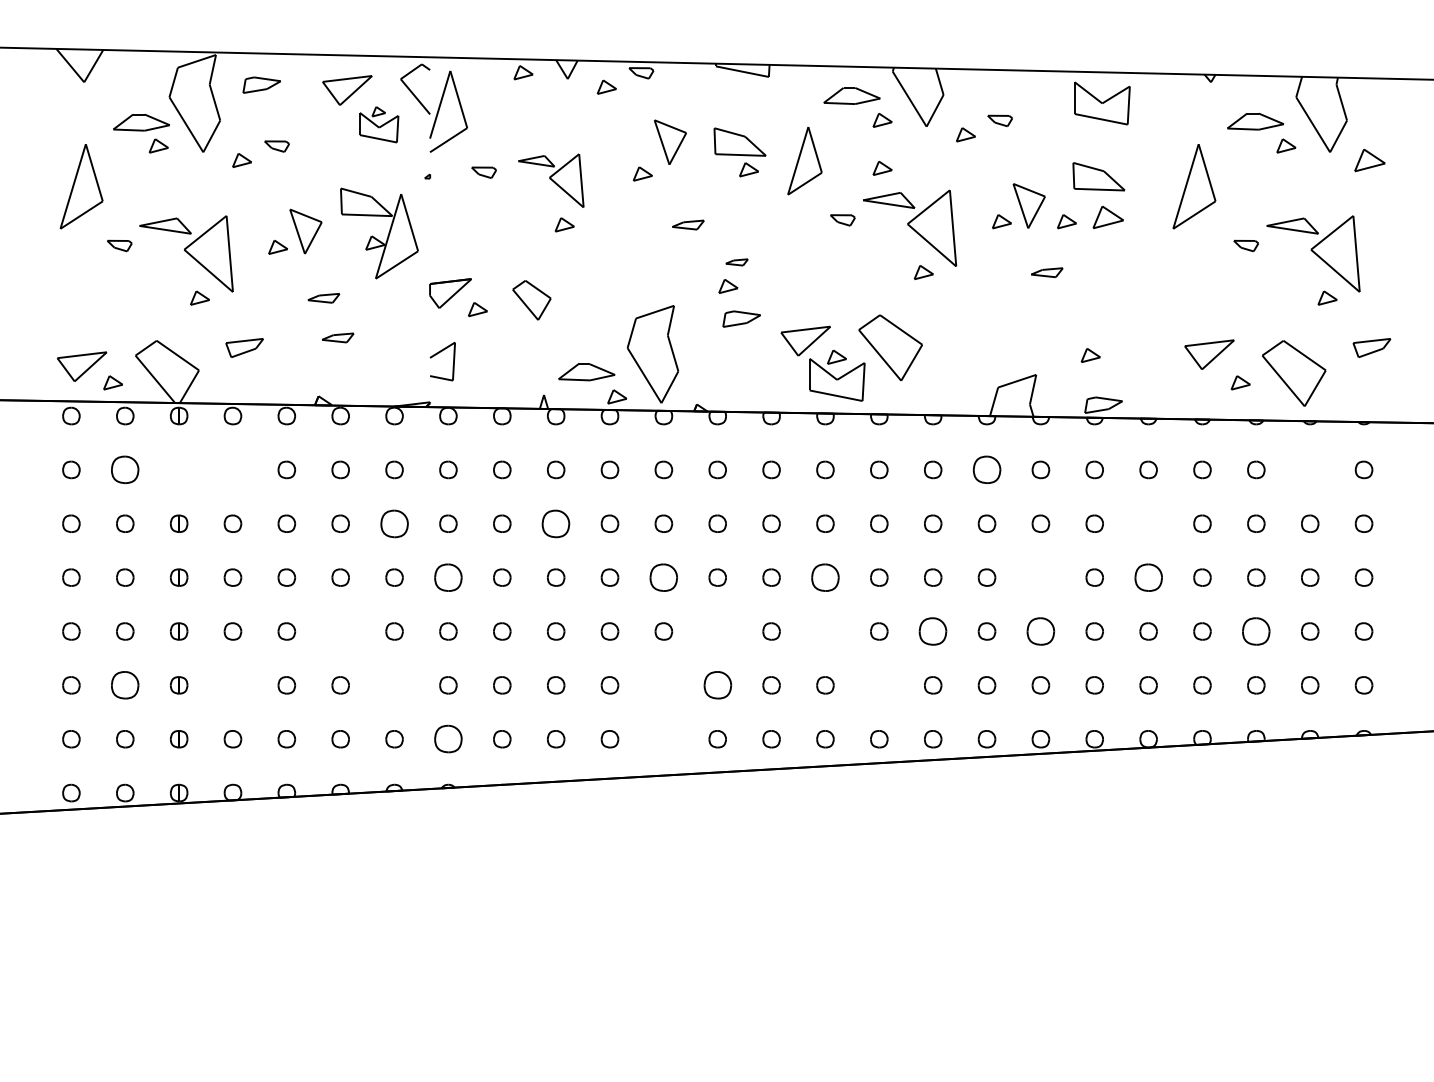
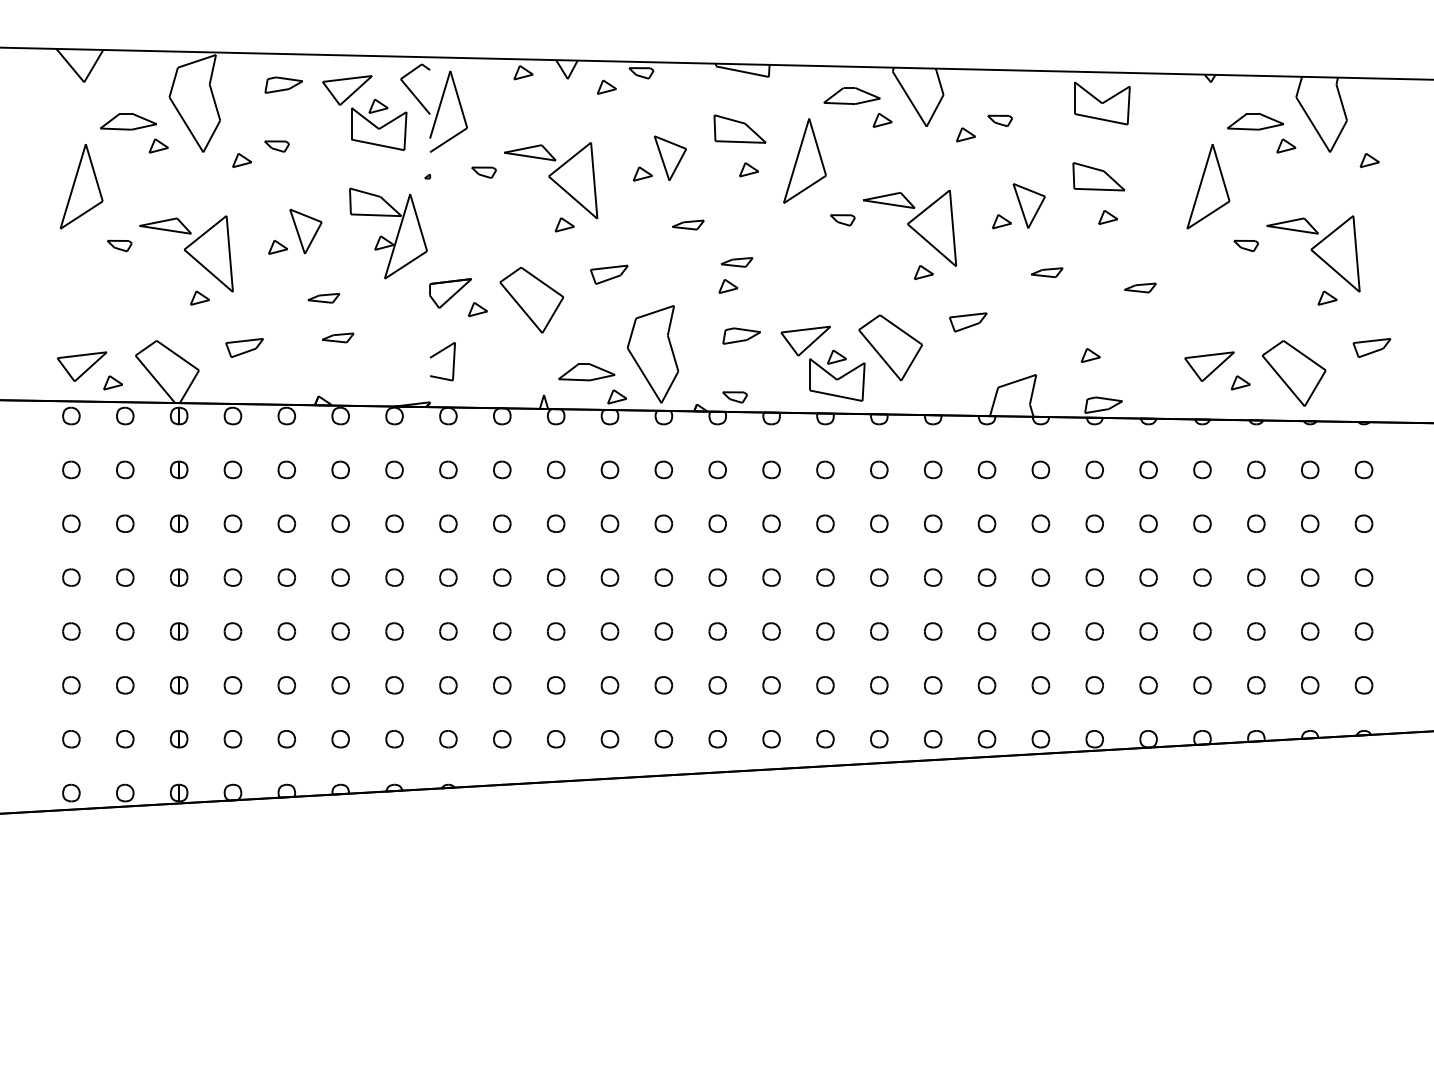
part at (261, 84) position: (261, 84) -> (283, 84)
part at (141, 122) position: (141, 122) -> (128, 121)
part at (379, 124) size: 41x38 px -> 57x53 px
part at (670, 141) position: (670, 141) -> (670, 157)
part at (739, 141) position: (739, 141) -> (739, 128)
part at (1369, 160) size: 32x25 px -> 21x15 px
part at (804, 161) size: 36x69 px -> 44x86 px
part at (882, 168): present -> none
part at (551, 180) size: 67x55 px -> 95x78 px
part at (1194, 186) position: (1194, 186) -> (1208, 186)
part at (1107, 217) size: 32x24 px -> 20x15 px
part at (1066, 221): present -> none
part at (379, 233) position: (379, 233) -> (388, 233)
part at (736, 262) size: 24x9 px -> 34x11 px
part at (609, 274): none -> present
part at (1140, 287): none -> present
part at (531, 300) size: 40x41 px -> 66x67 px
part at (741, 318) position: (741, 318) -> (741, 335)
part at (968, 322): none -> present
part at (1209, 354) position: (1209, 354) -> (1209, 366)
part at (734, 397): none -> present
part at (125, 469) size: 29x29 px -> 19x20 px
part at (179, 469): none -> present
part at (232, 469): none -> present
part at (986, 469) size: 30x29 px -> 20x20 px
part at (1310, 469): none -> present
part at (394, 523) size: 29x30 px -> 19x19 px
part at (555, 523) size: 30x30 px -> 19x19 px
part at (1148, 523): none -> present
part at (448, 577) size: 29x29 px -> 19x19 px
part at (663, 577) size: 29x29 px -> 20x19 px
part at (825, 577) size: 29x29 px -> 19x19 px
part at (1040, 577): none -> present
part at (1148, 577) size: 29x29 px -> 19x19 px
part at (340, 631): none -> present
part at (717, 631): none -> present
part at (825, 631): none -> present
part at (932, 631) size: 30x29 px -> 19x19 px
part at (1040, 631) size: 30x29 px -> 20x19 px
part at (1256, 631) size: 29x29 px -> 19x19 px
part at (125, 685) size: 29x29 px -> 19x19 px
part at (232, 685): none -> present
part at (394, 685): none -> present
part at (663, 685): none -> present
part at (717, 685) size: 30x29 px -> 19x19 px
part at (879, 685): none -> present
part at (448, 738) size: 29x30 px -> 19x19 px
part at (663, 739): none -> present
